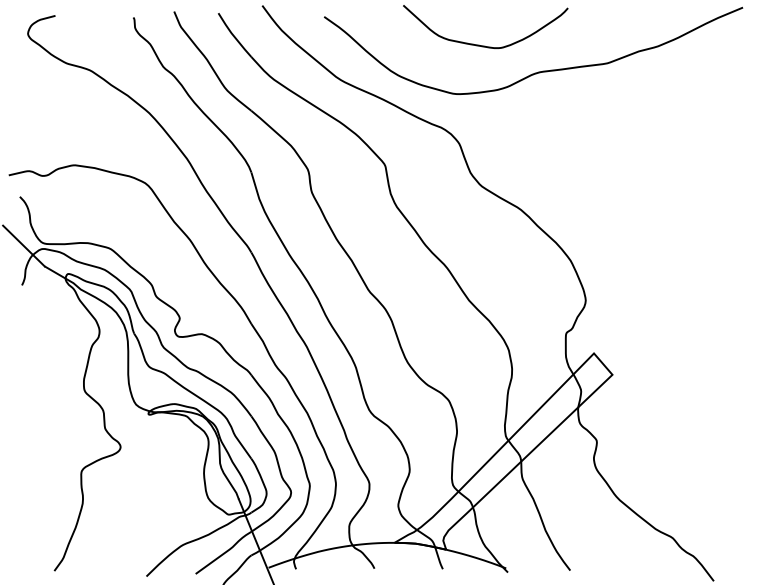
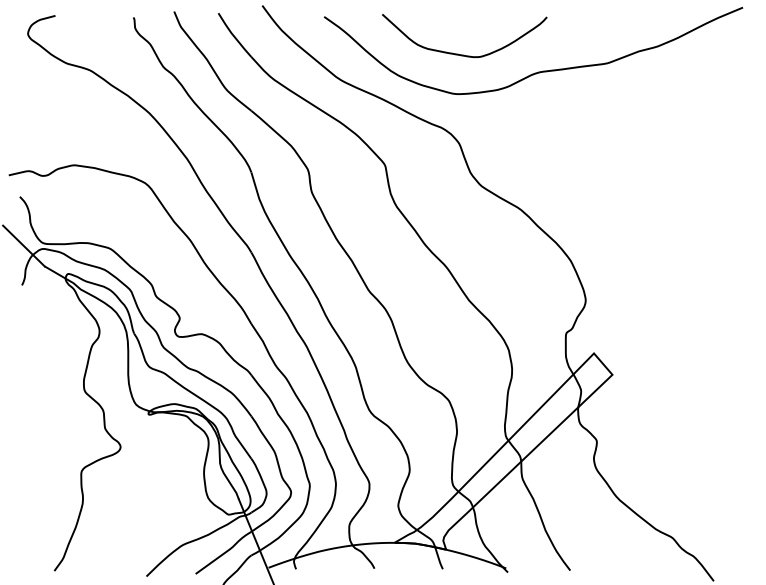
curve at (479, 44) position: (479, 44) -> (458, 53)
